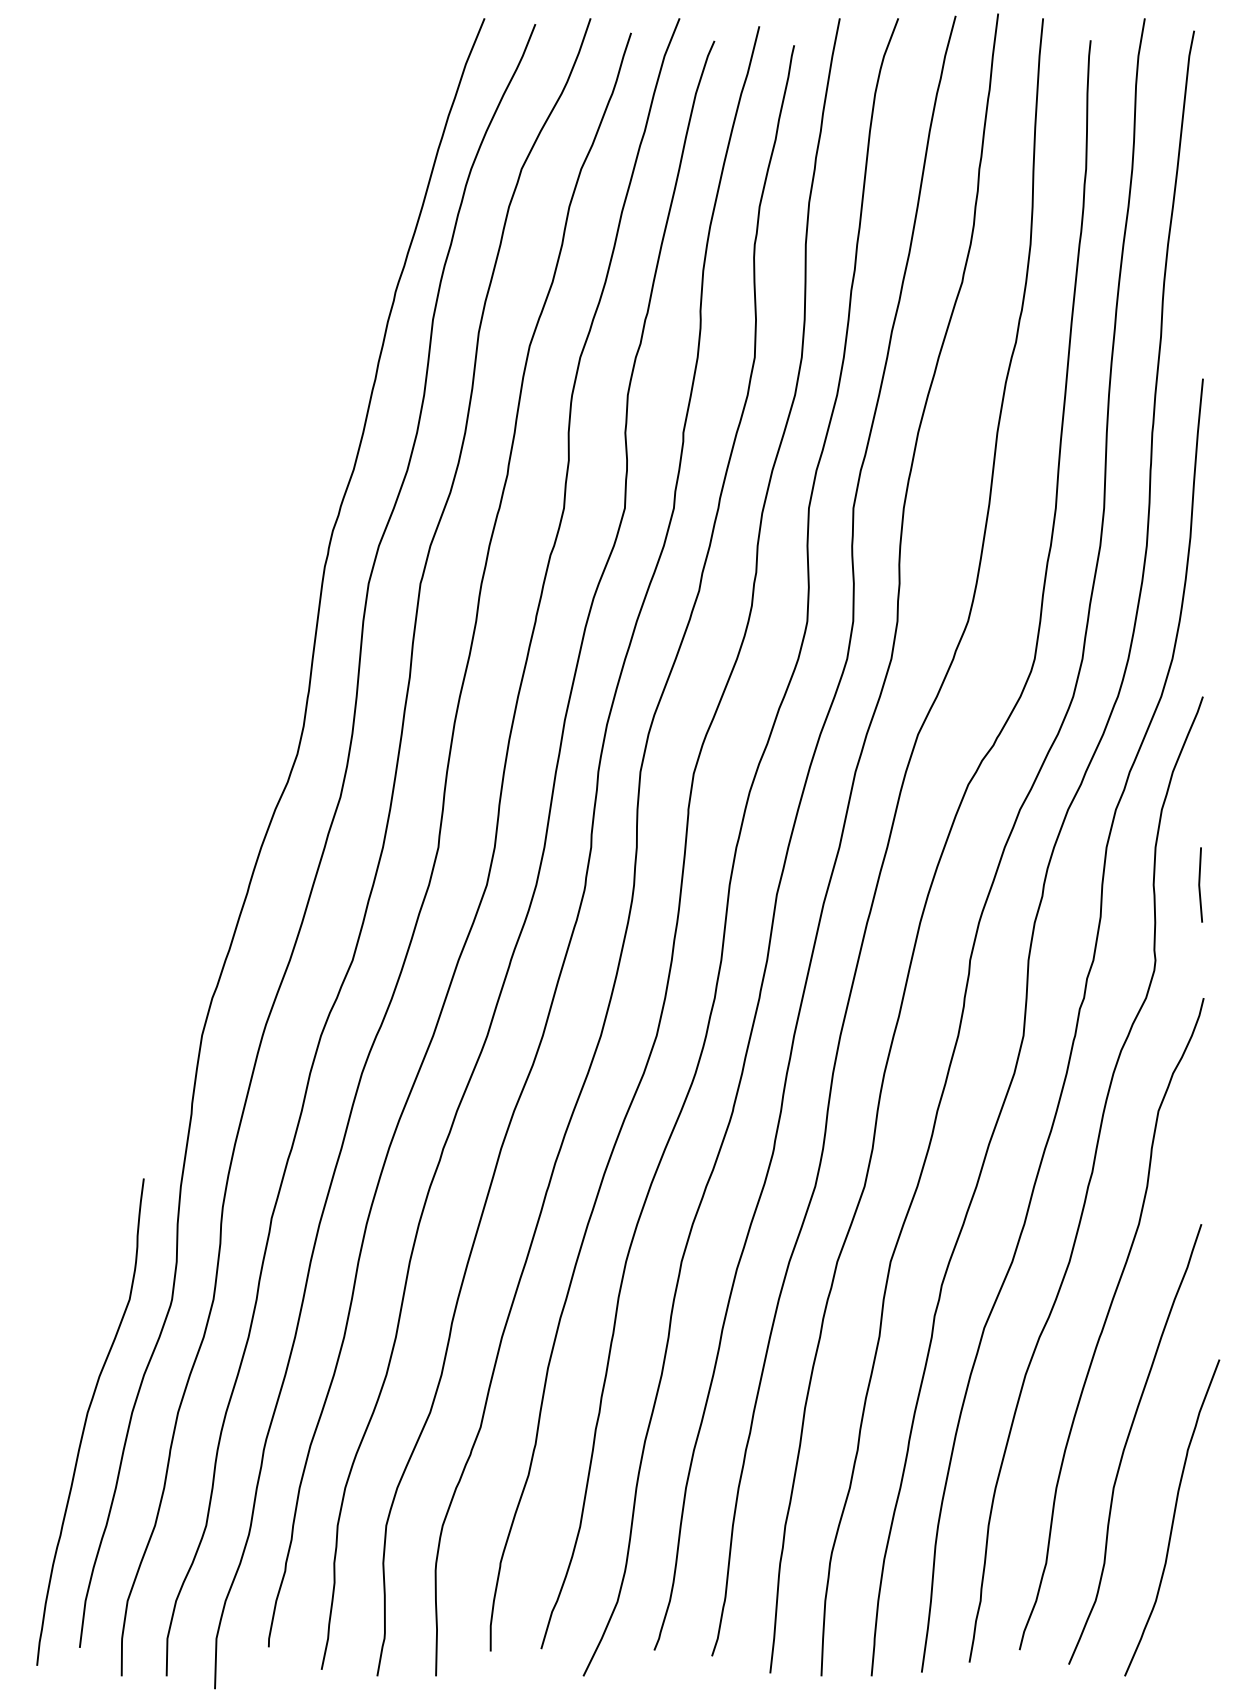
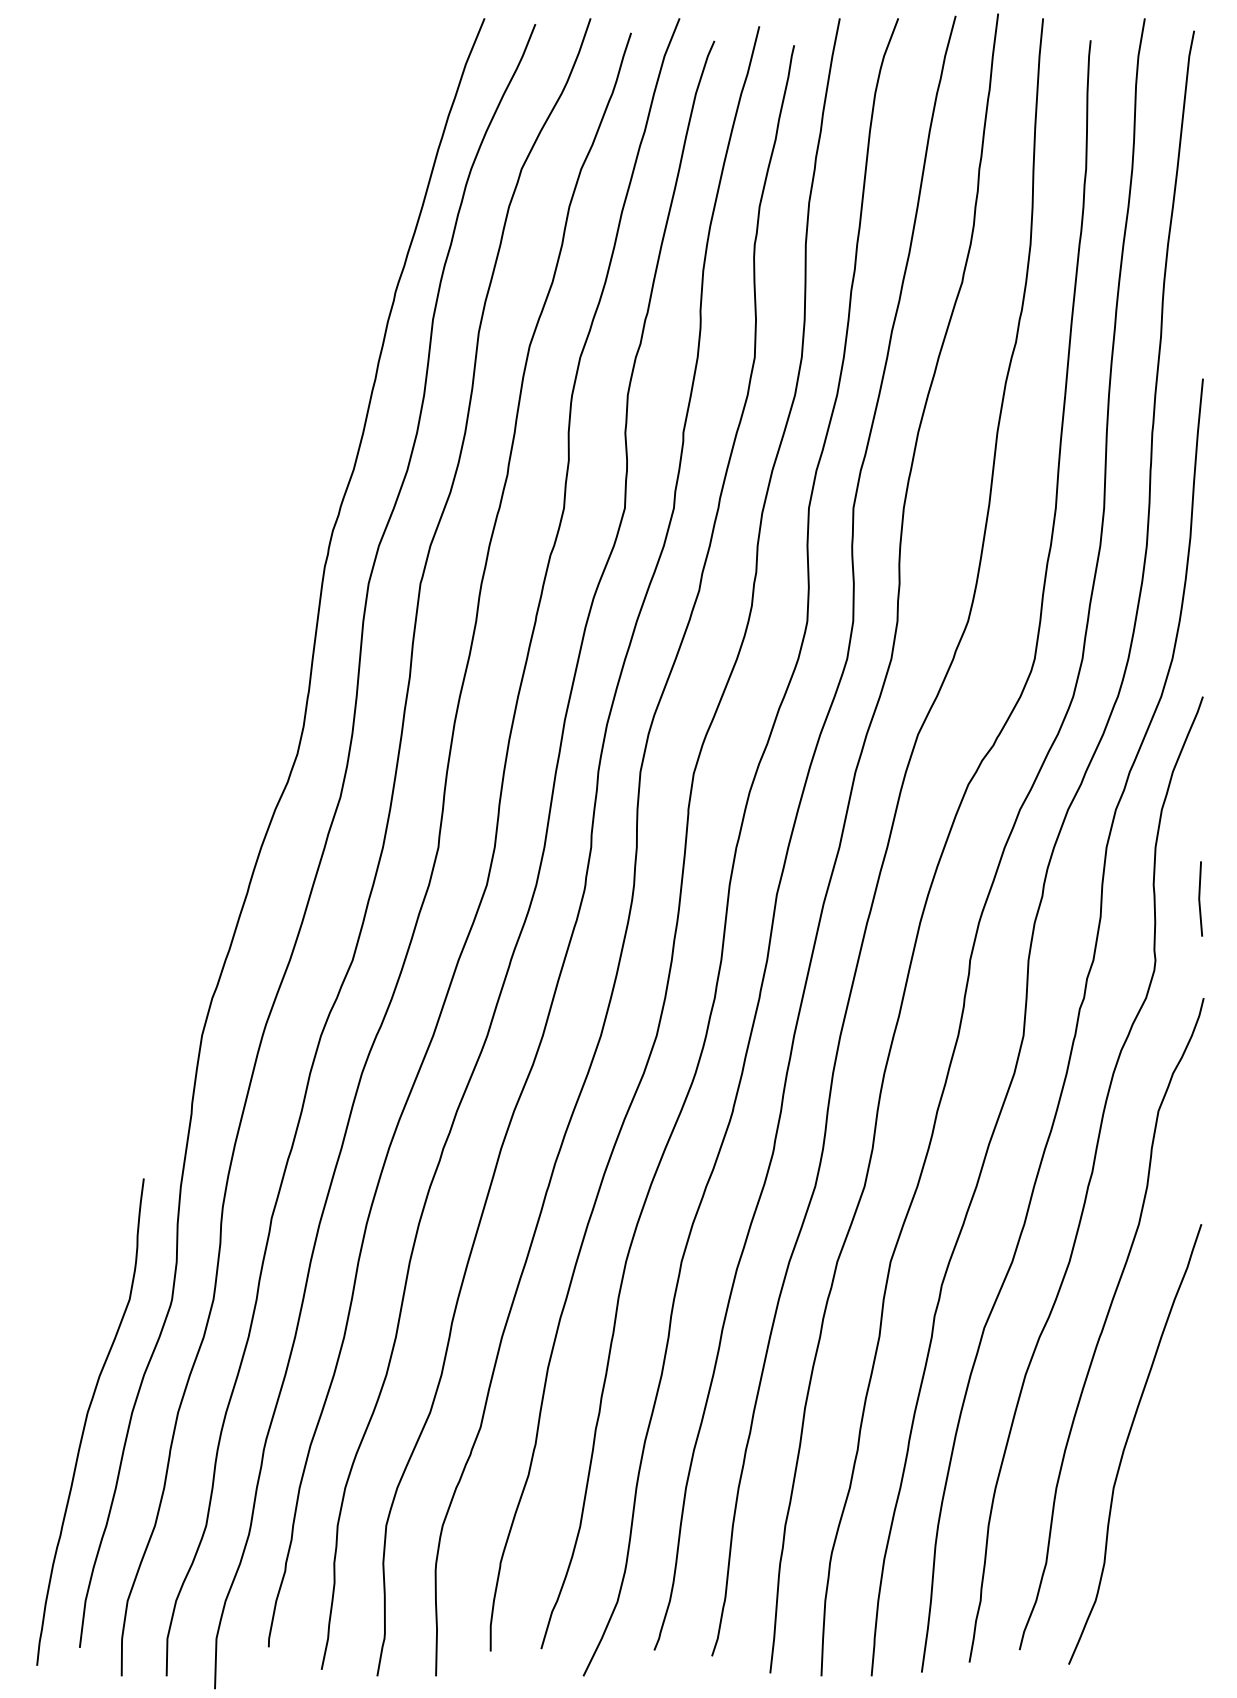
line at (1200, 884) position: (1200, 884) -> (1200, 898)
curve at (1172, 1517): present -> none
